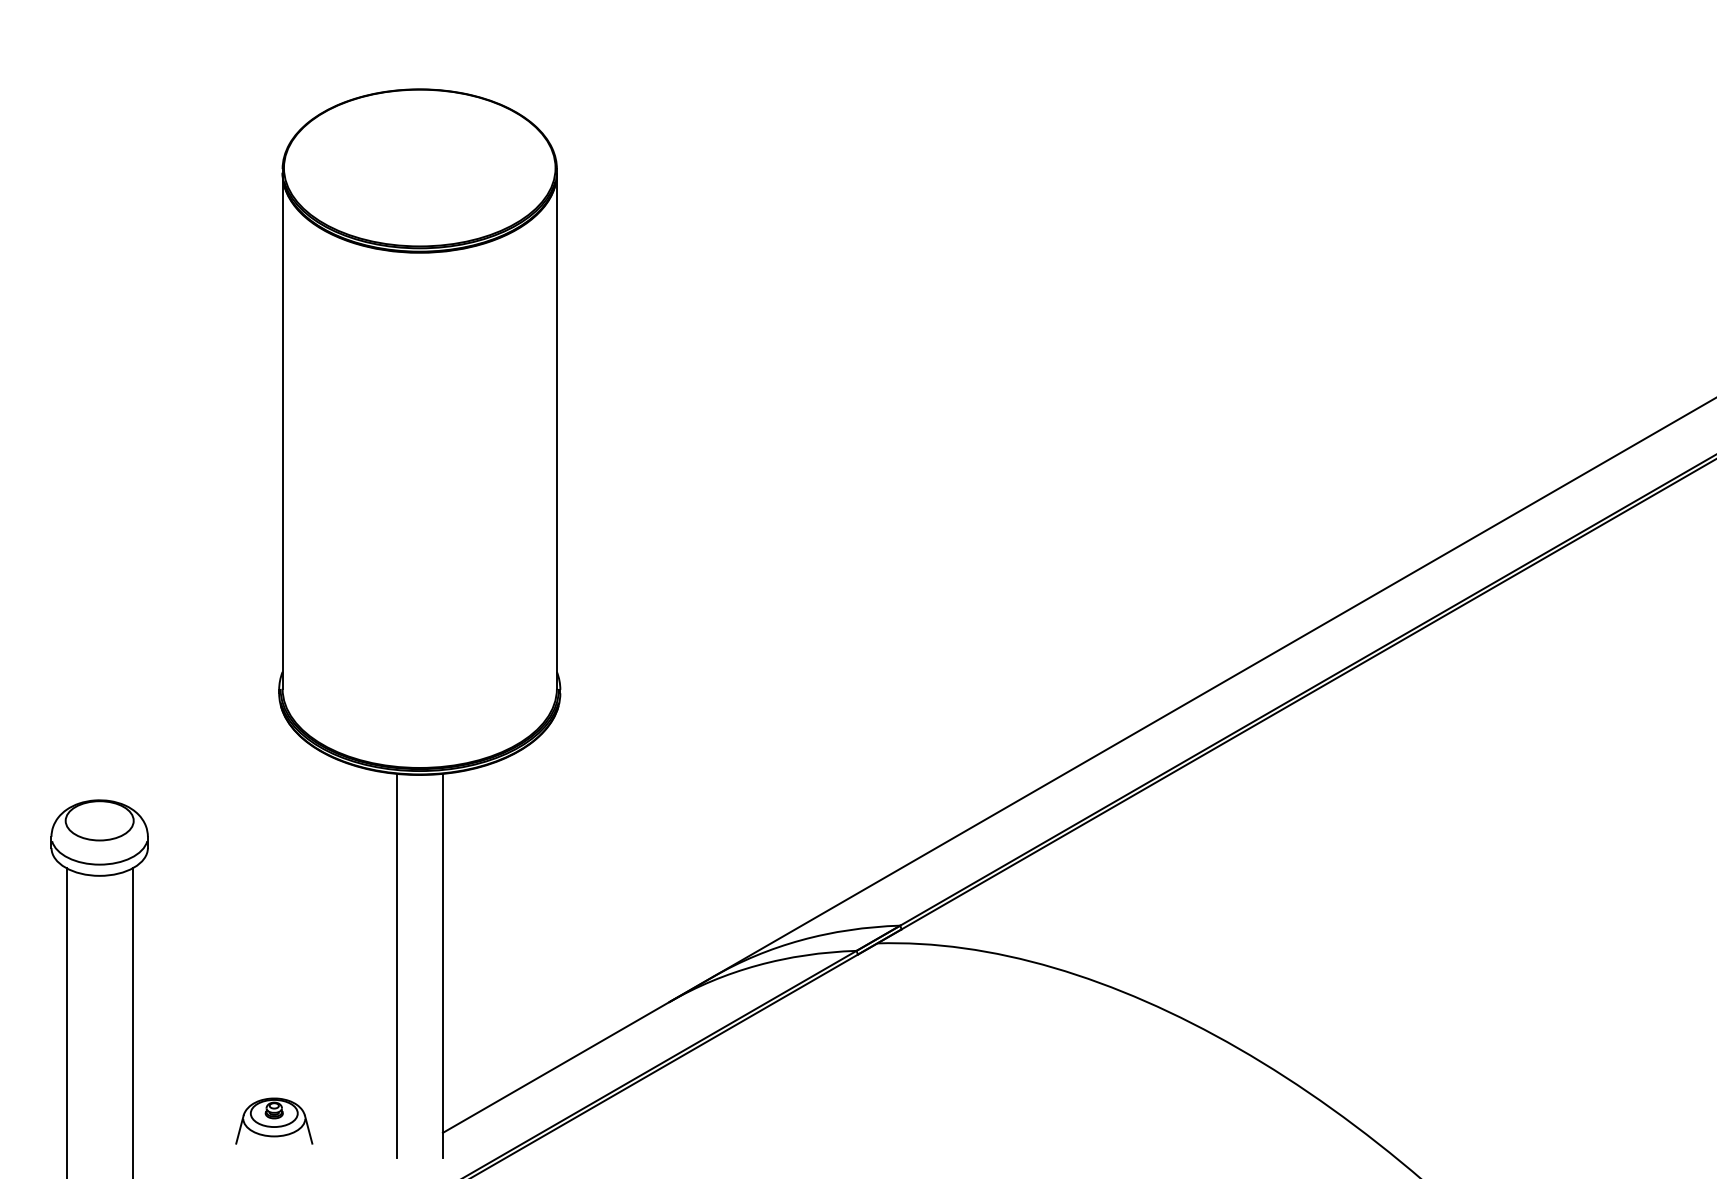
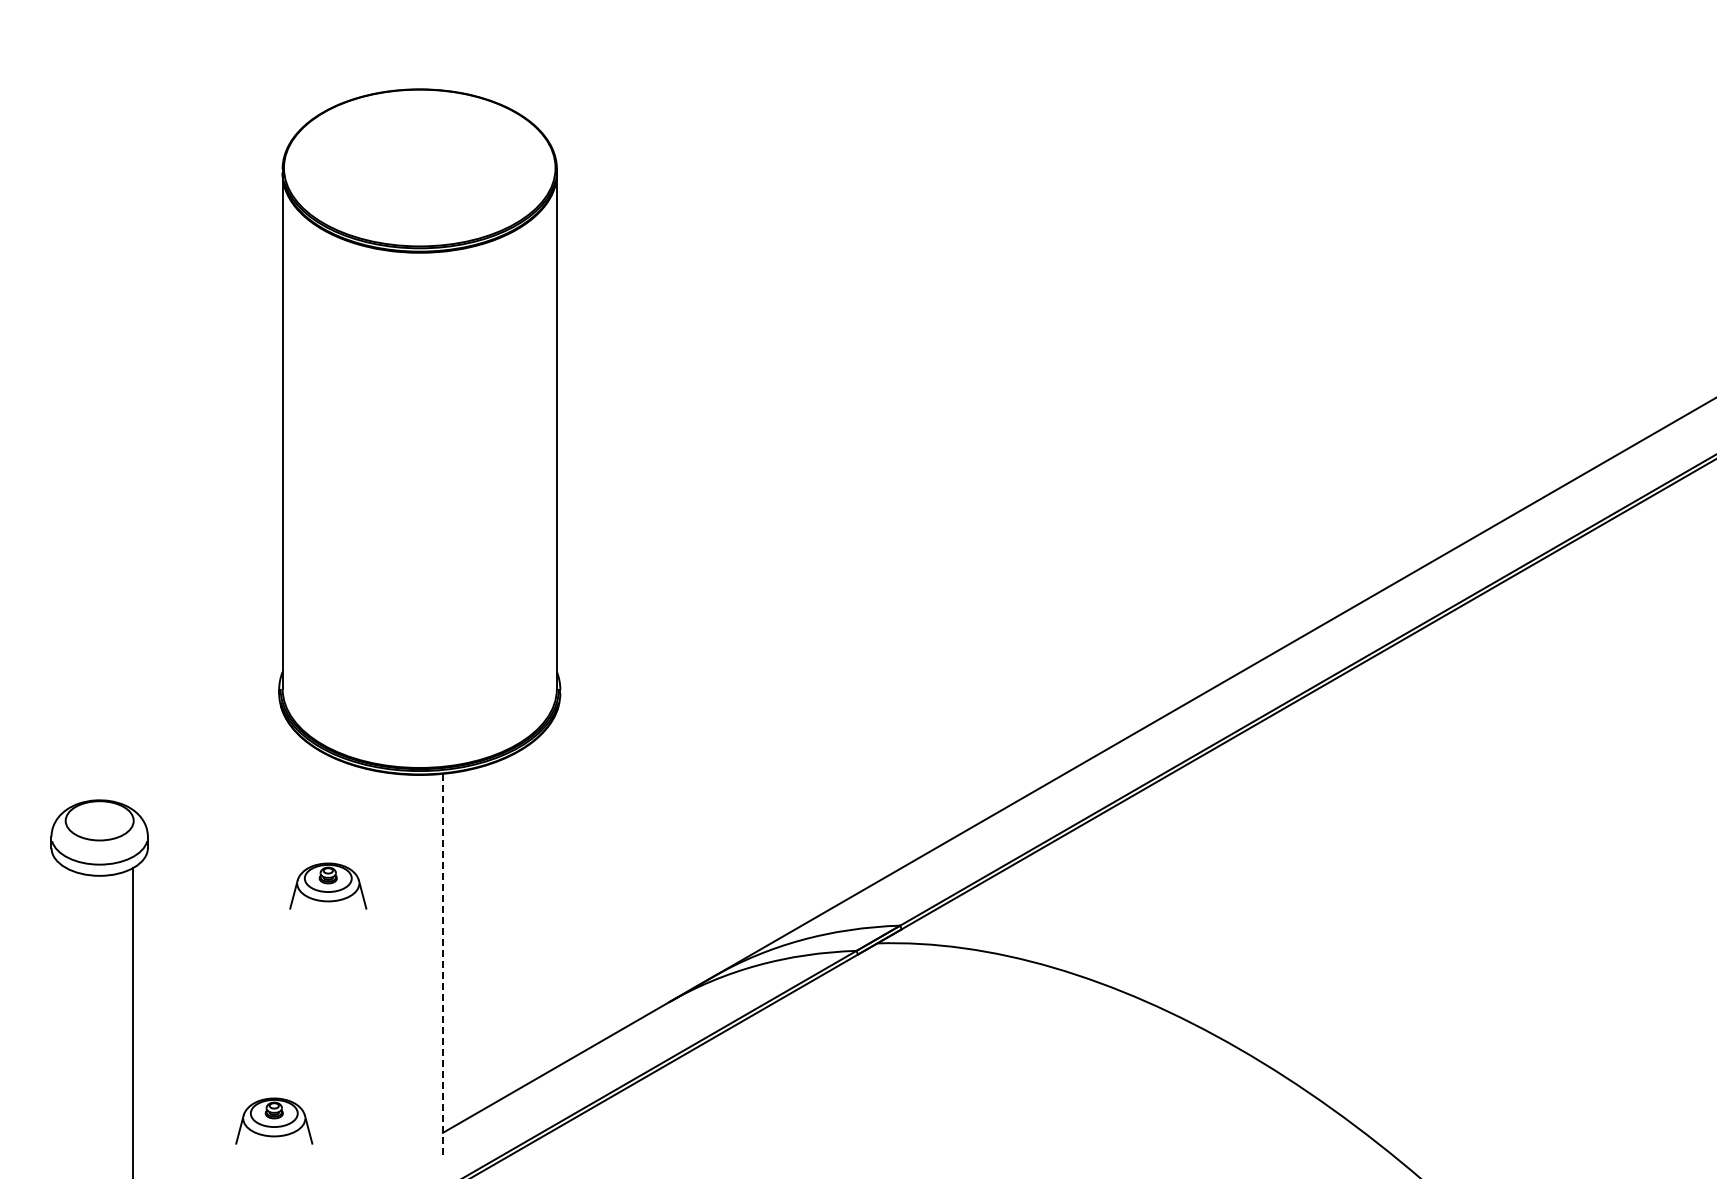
part at (328, 885): none -> present
line at (396, 965): present -> none
line at (442, 966): solid -> dashed
line at (66, 1021): present -> none
